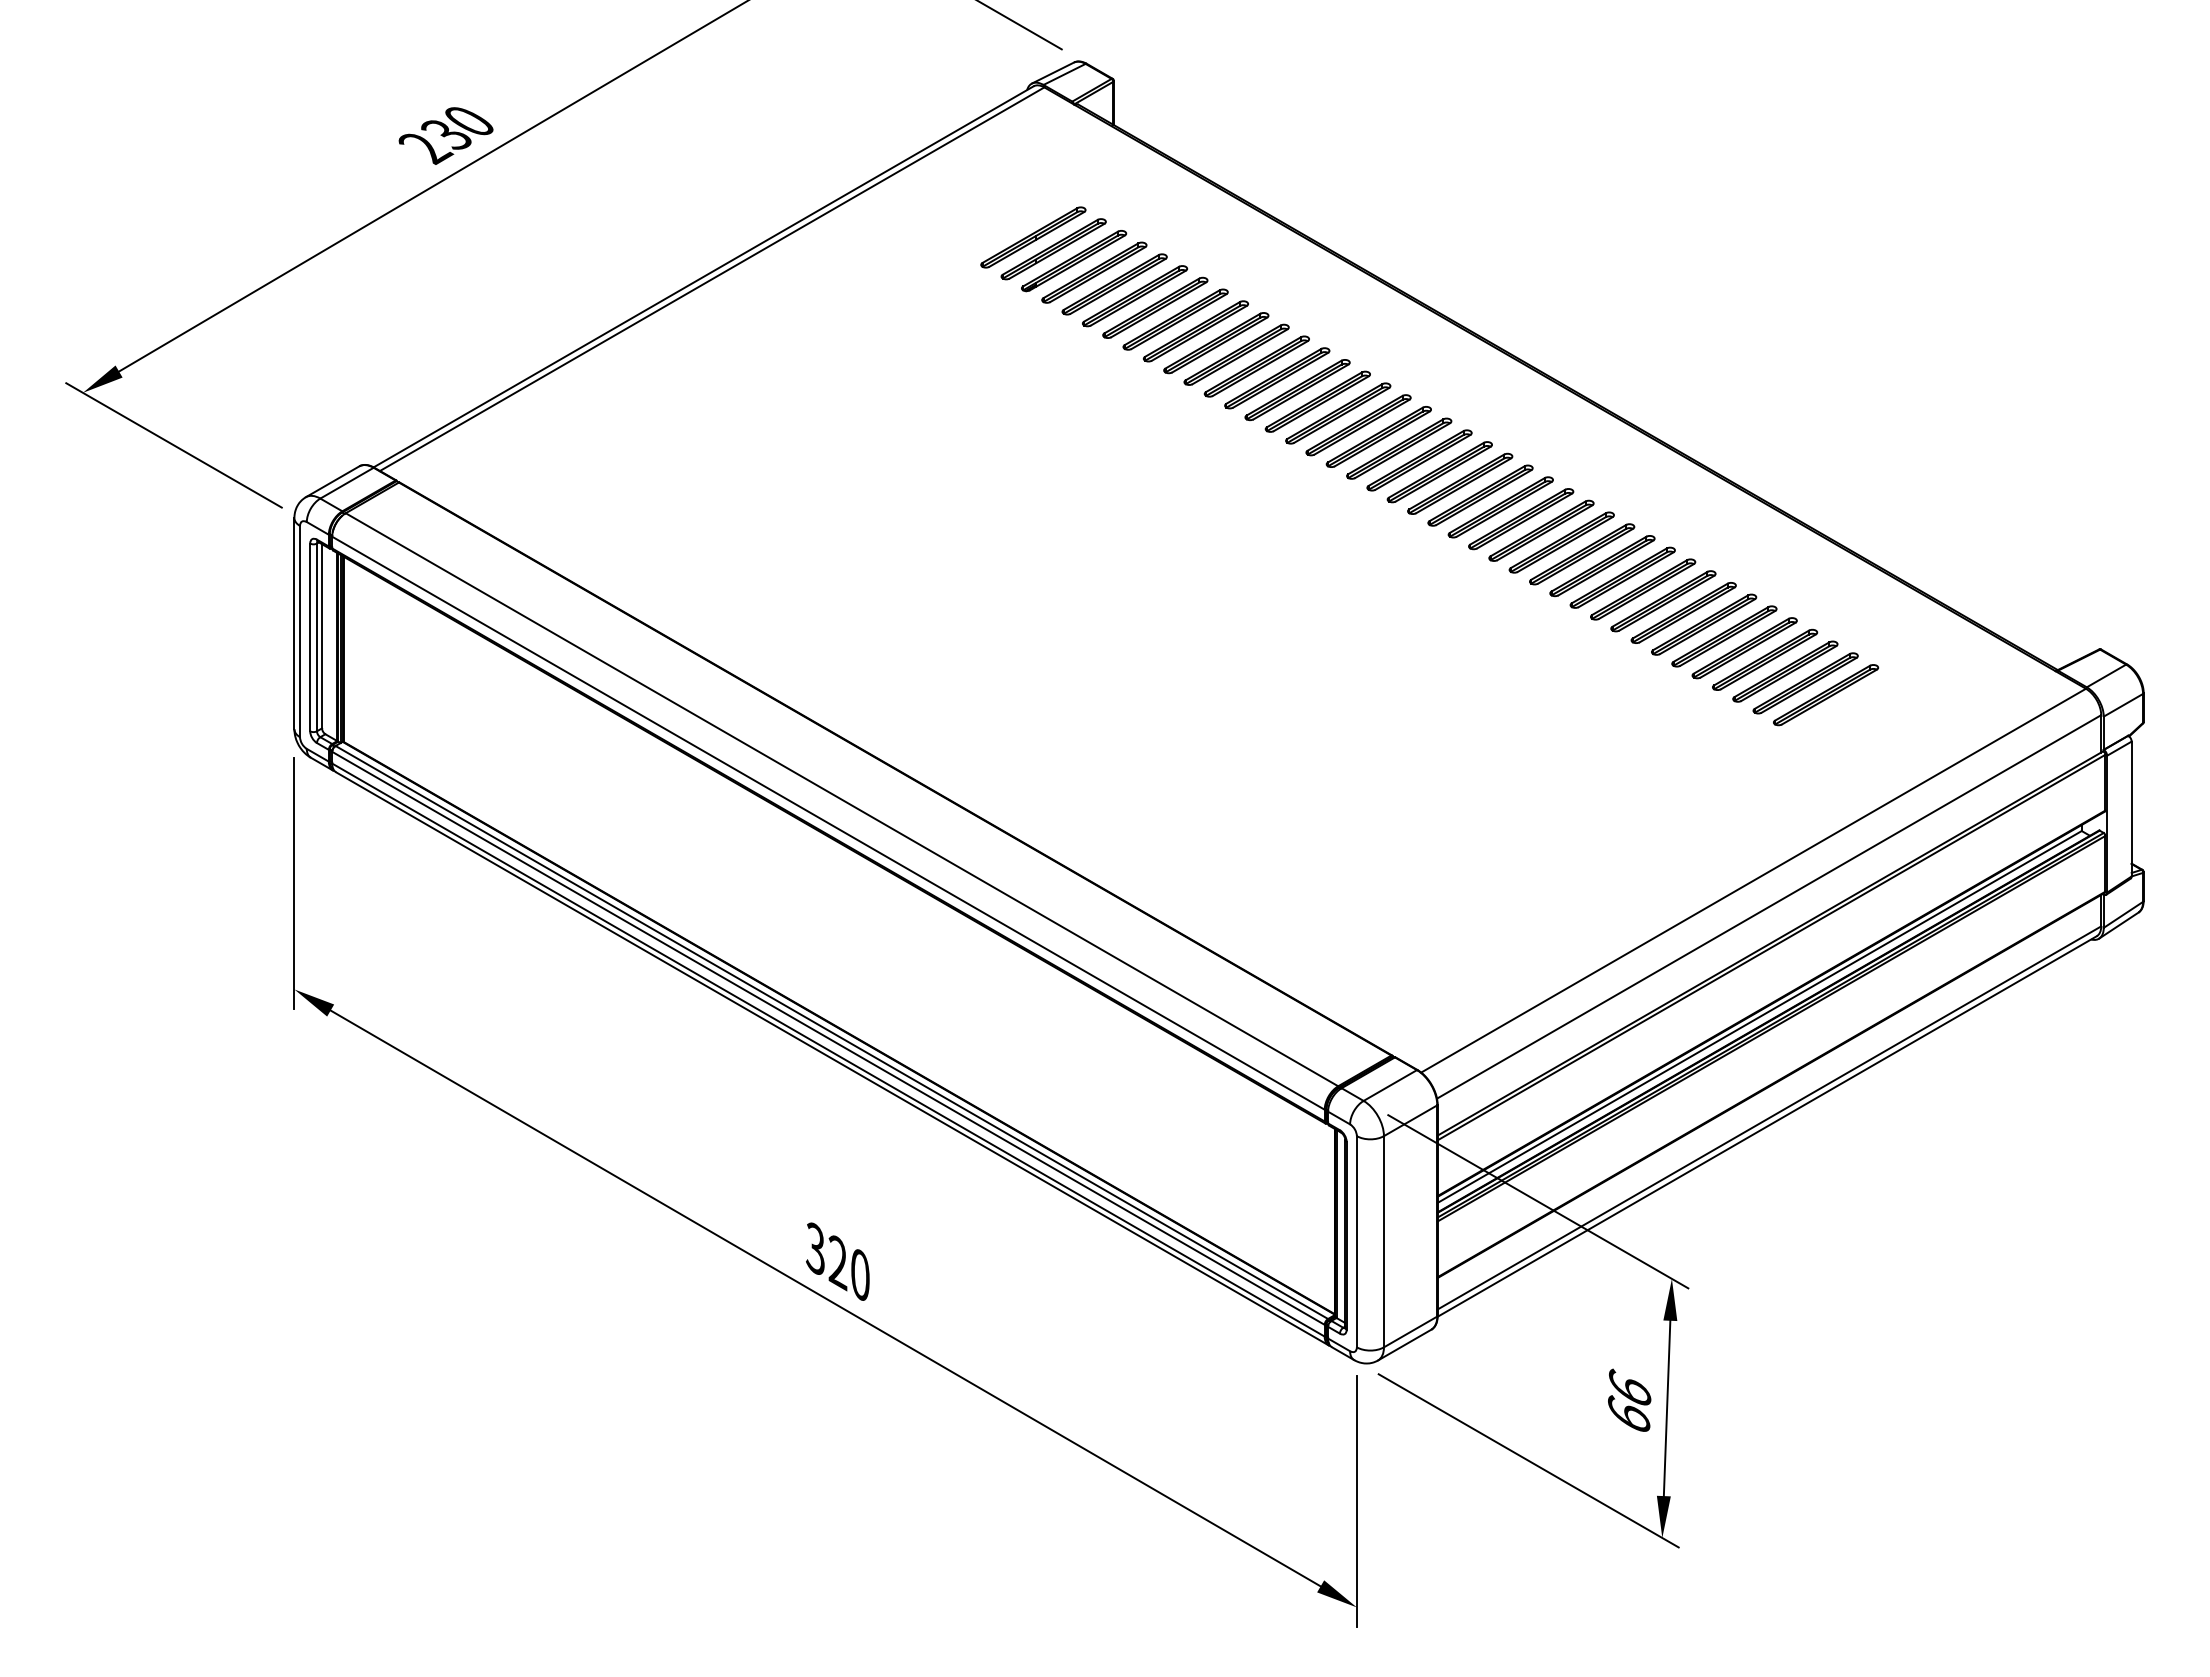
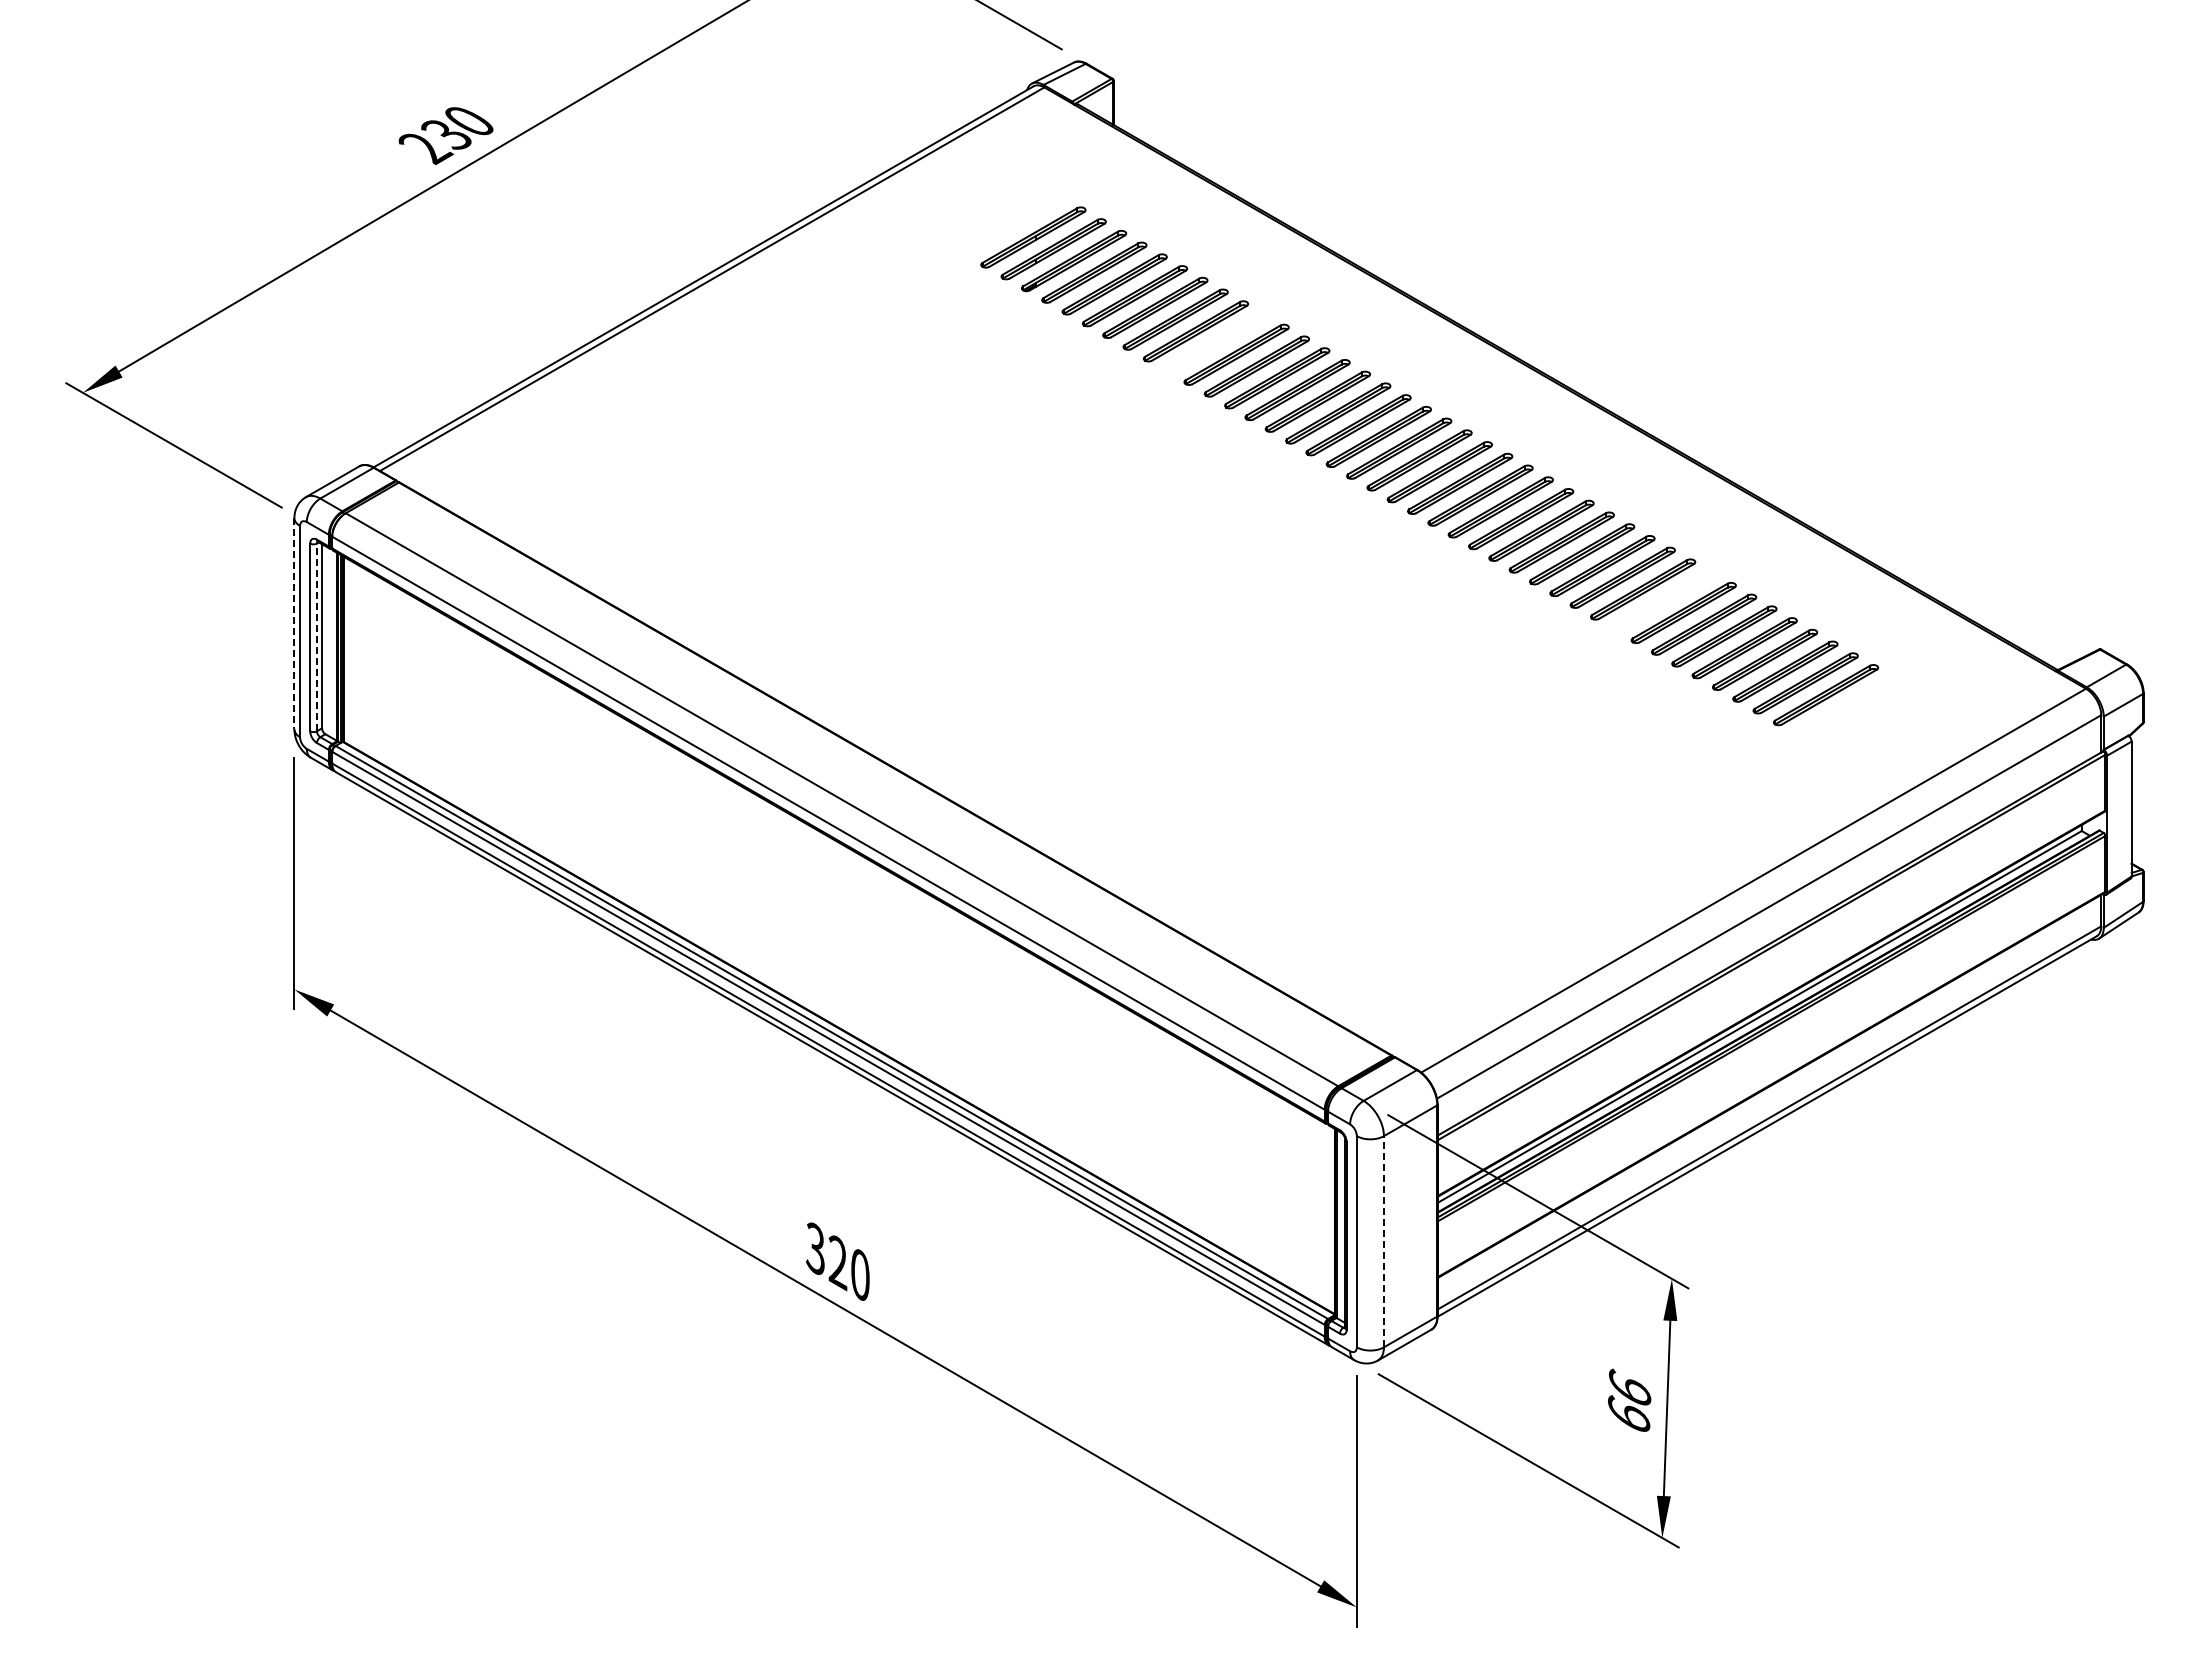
part at (1216, 343): present -> none
part at (1663, 601): present -> none
line at (294, 623): solid -> dashed
line at (316, 637): solid -> dashed
line at (1383, 1241): solid -> dashed
